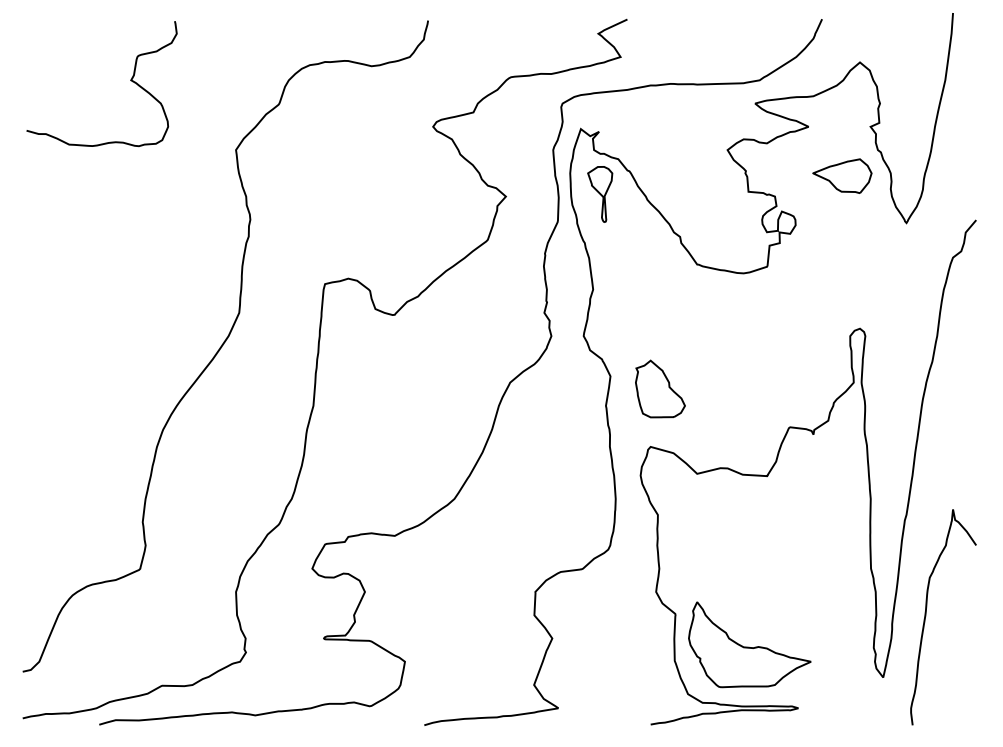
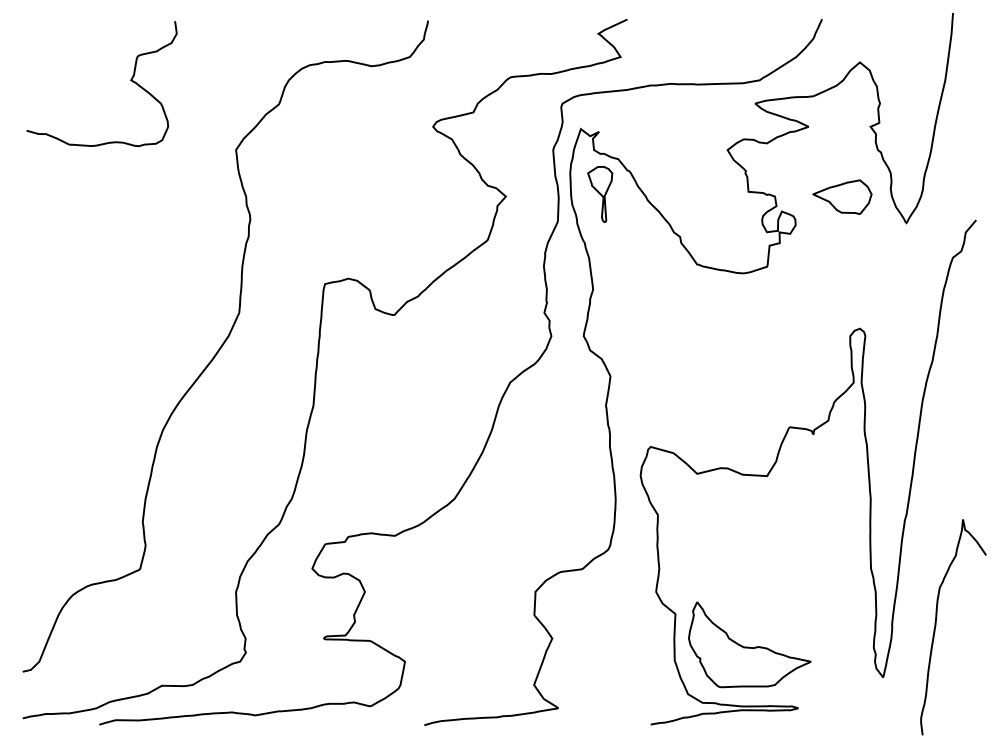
part at (842, 175) position: (842, 175) -> (842, 196)
part at (660, 388): present -> none
curve at (926, 616) position: (926, 616) -> (936, 626)
